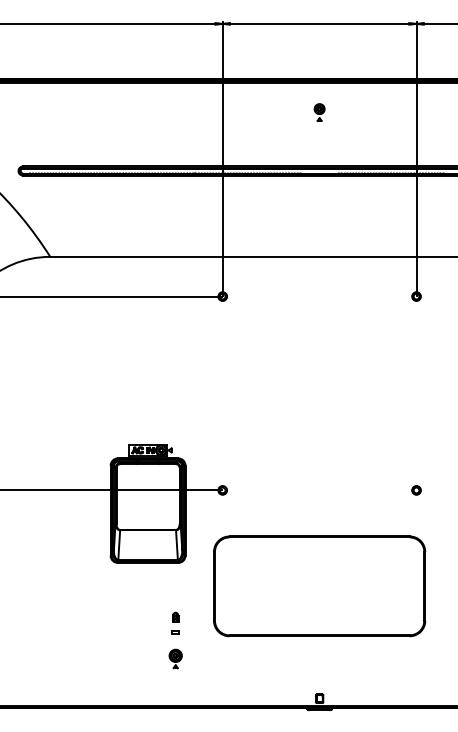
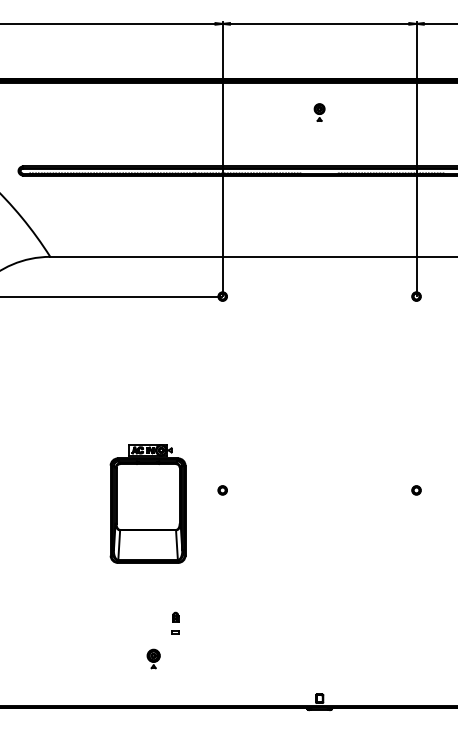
line at (112, 490): present -> none
part at (319, 586): present -> none
part at (175, 658) position: (175, 658) -> (153, 658)
